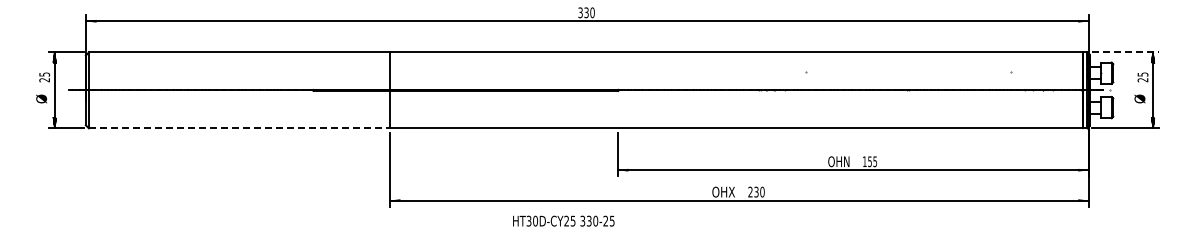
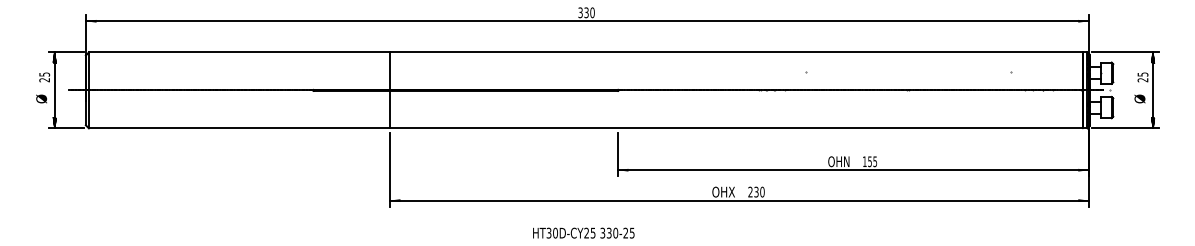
line at (1126, 52): dashed -> solid
line at (239, 128): dashed -> solid
text at (563, 220) position: (563, 220) -> (583, 232)
